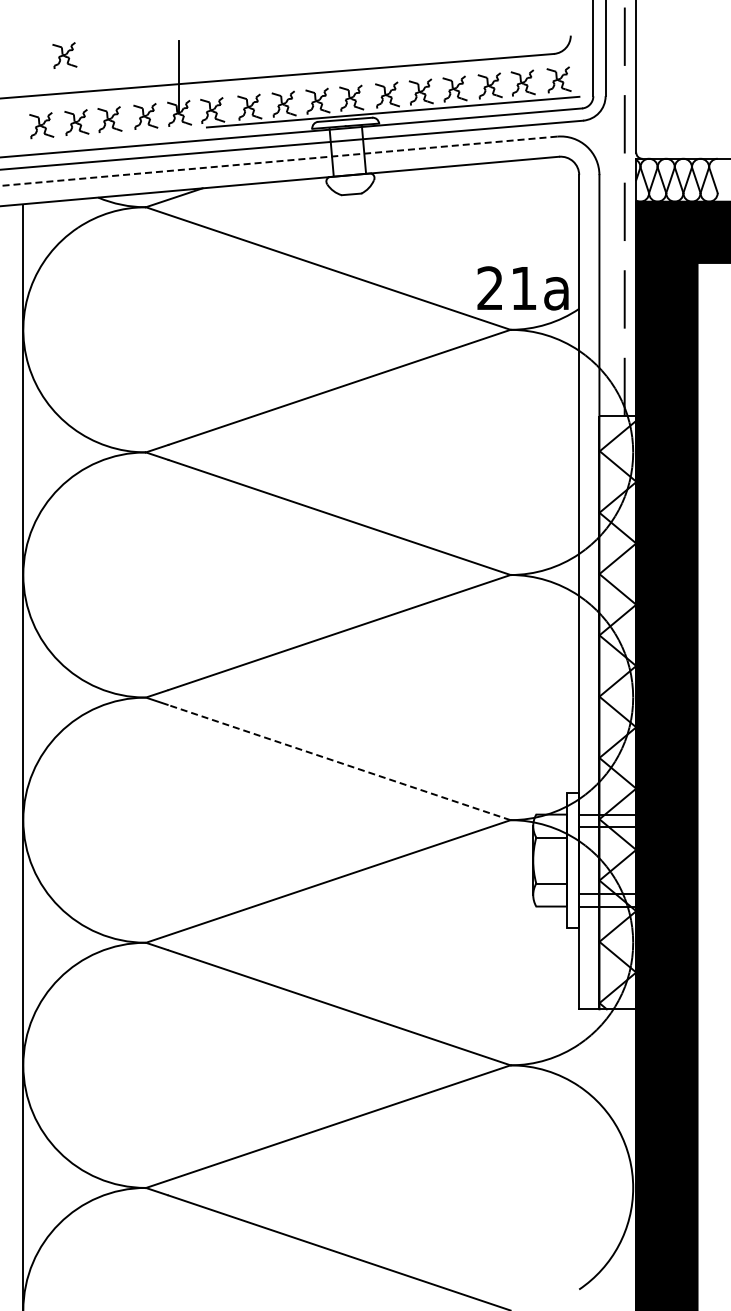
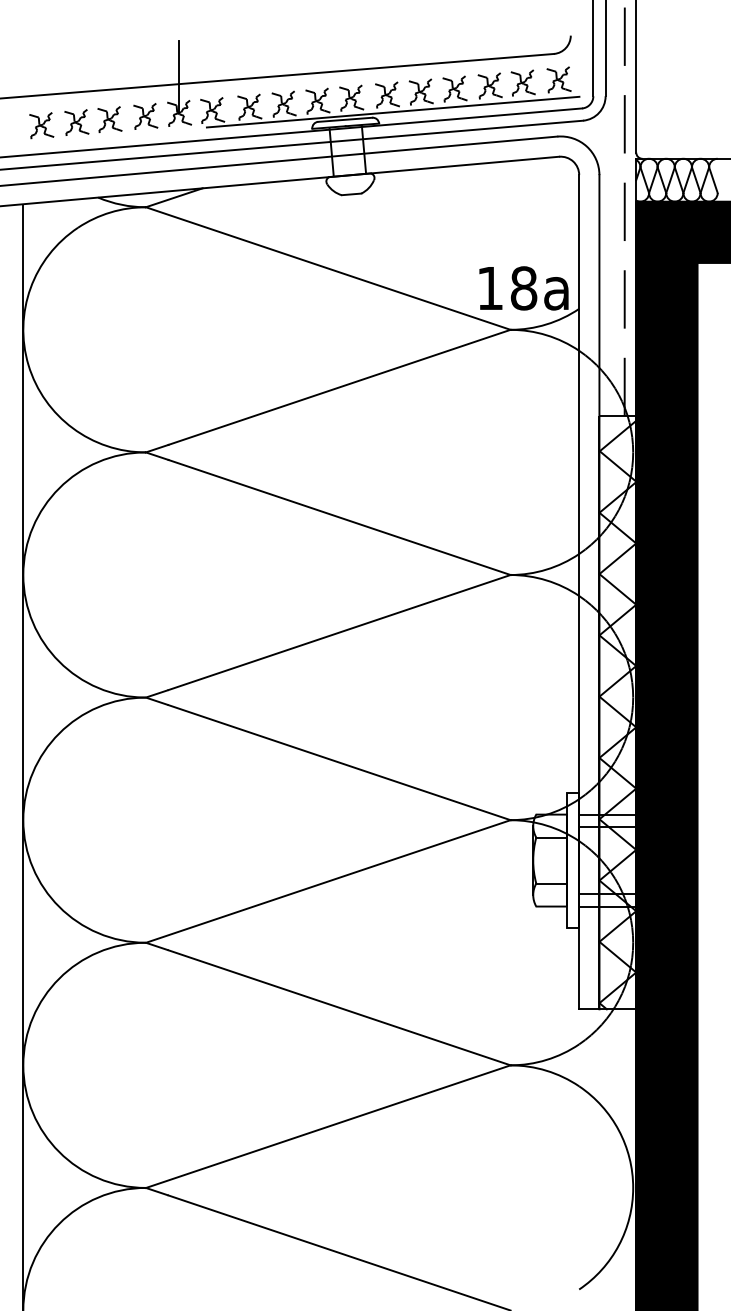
part at (64, 55): present -> none
line at (278, 161): dashed -> solid
text at (507, 288): 21a -> 18a
line at (339, 762): dashed -> solid
